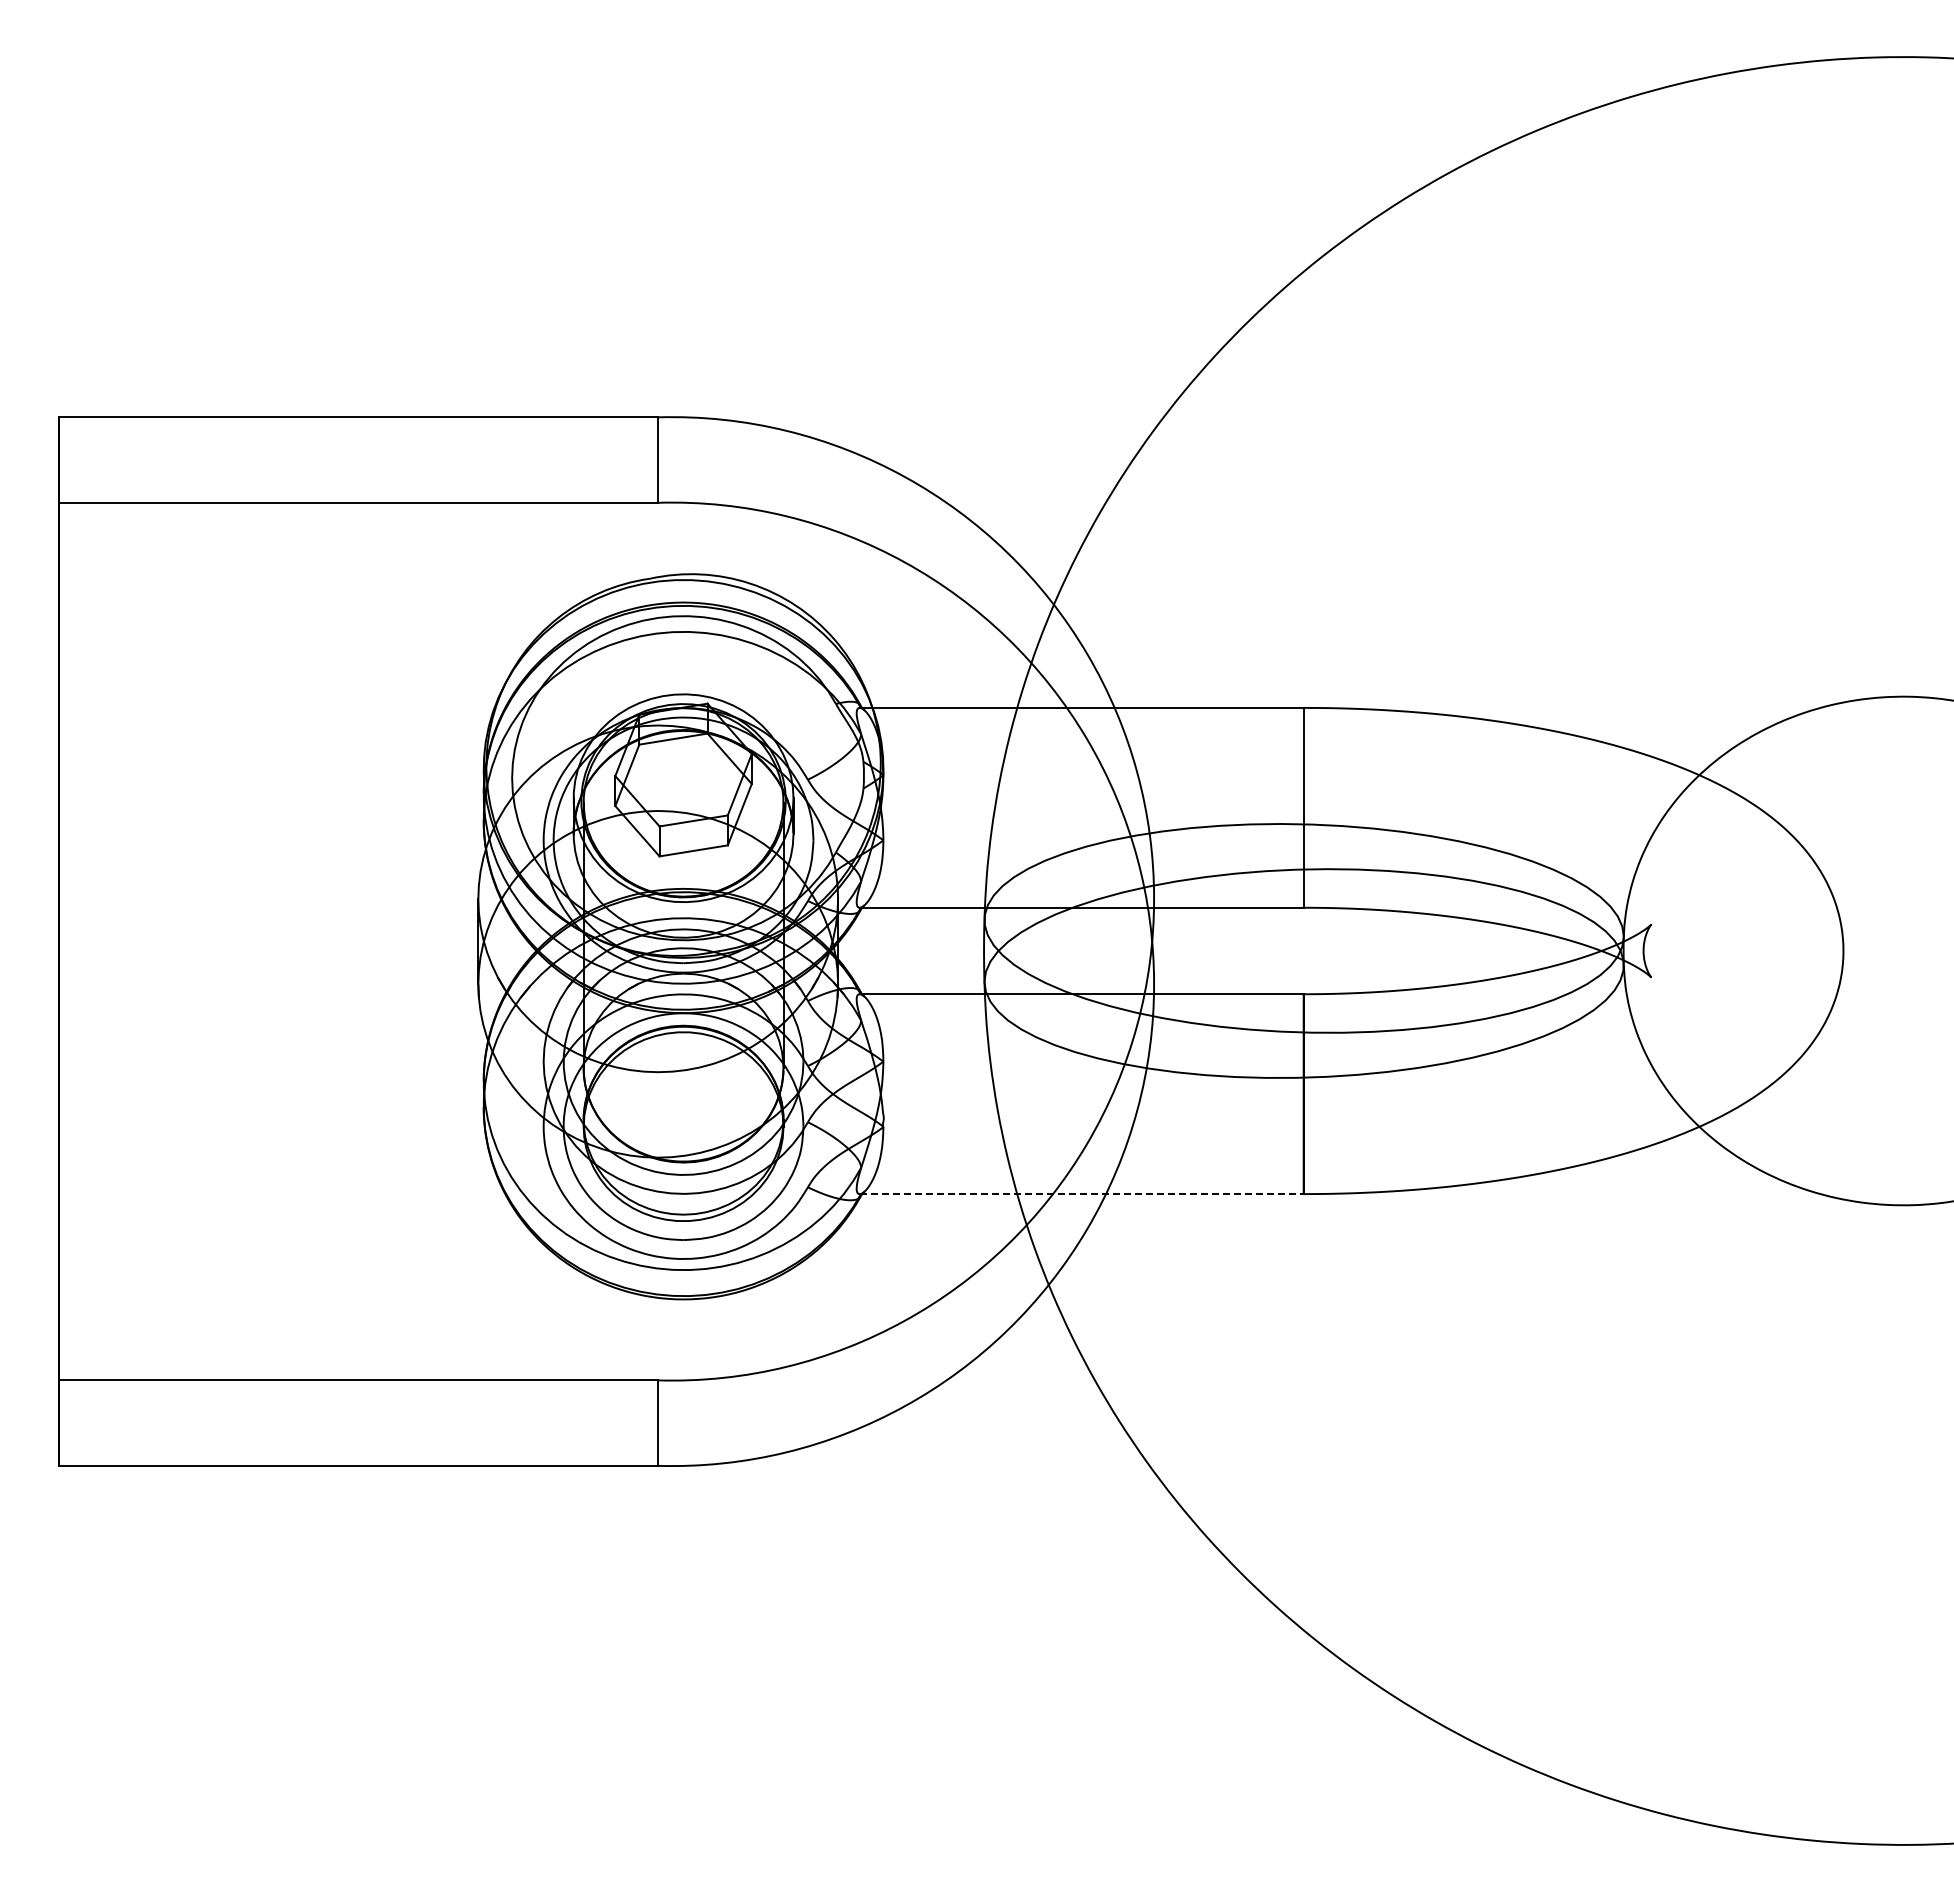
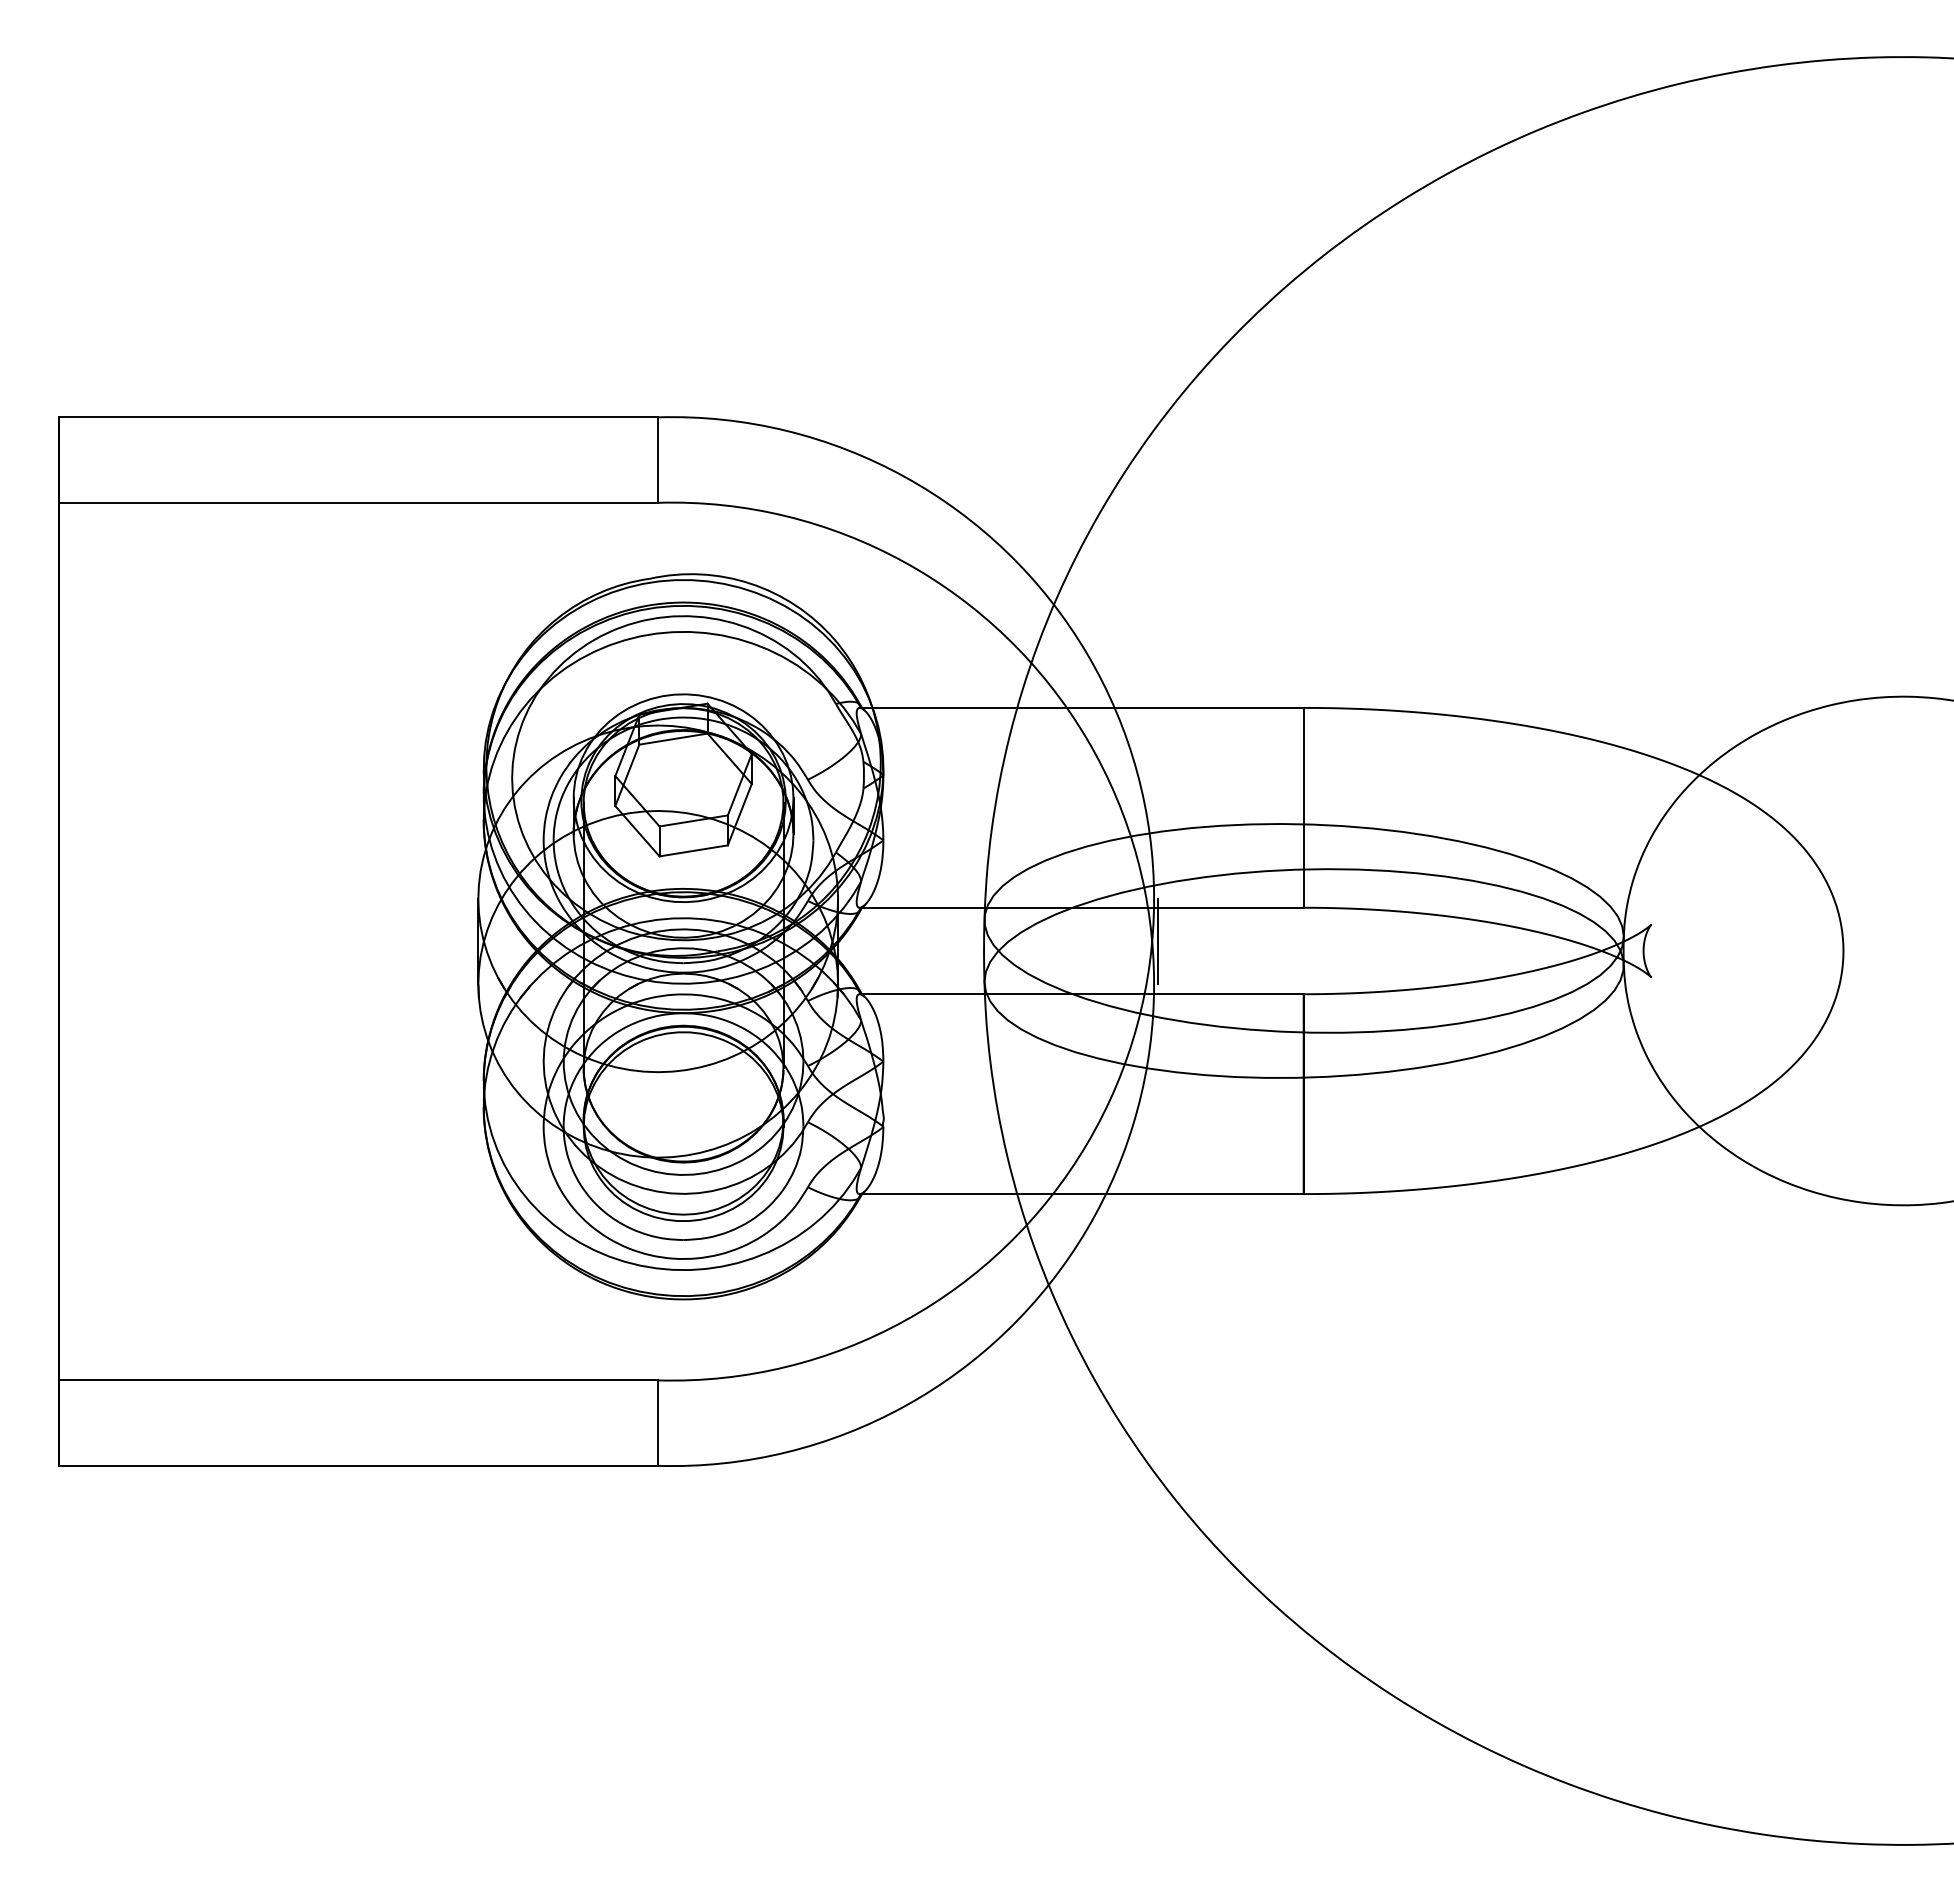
line at (1157, 941): none -> present
line at (1081, 1194): dashed -> solid
